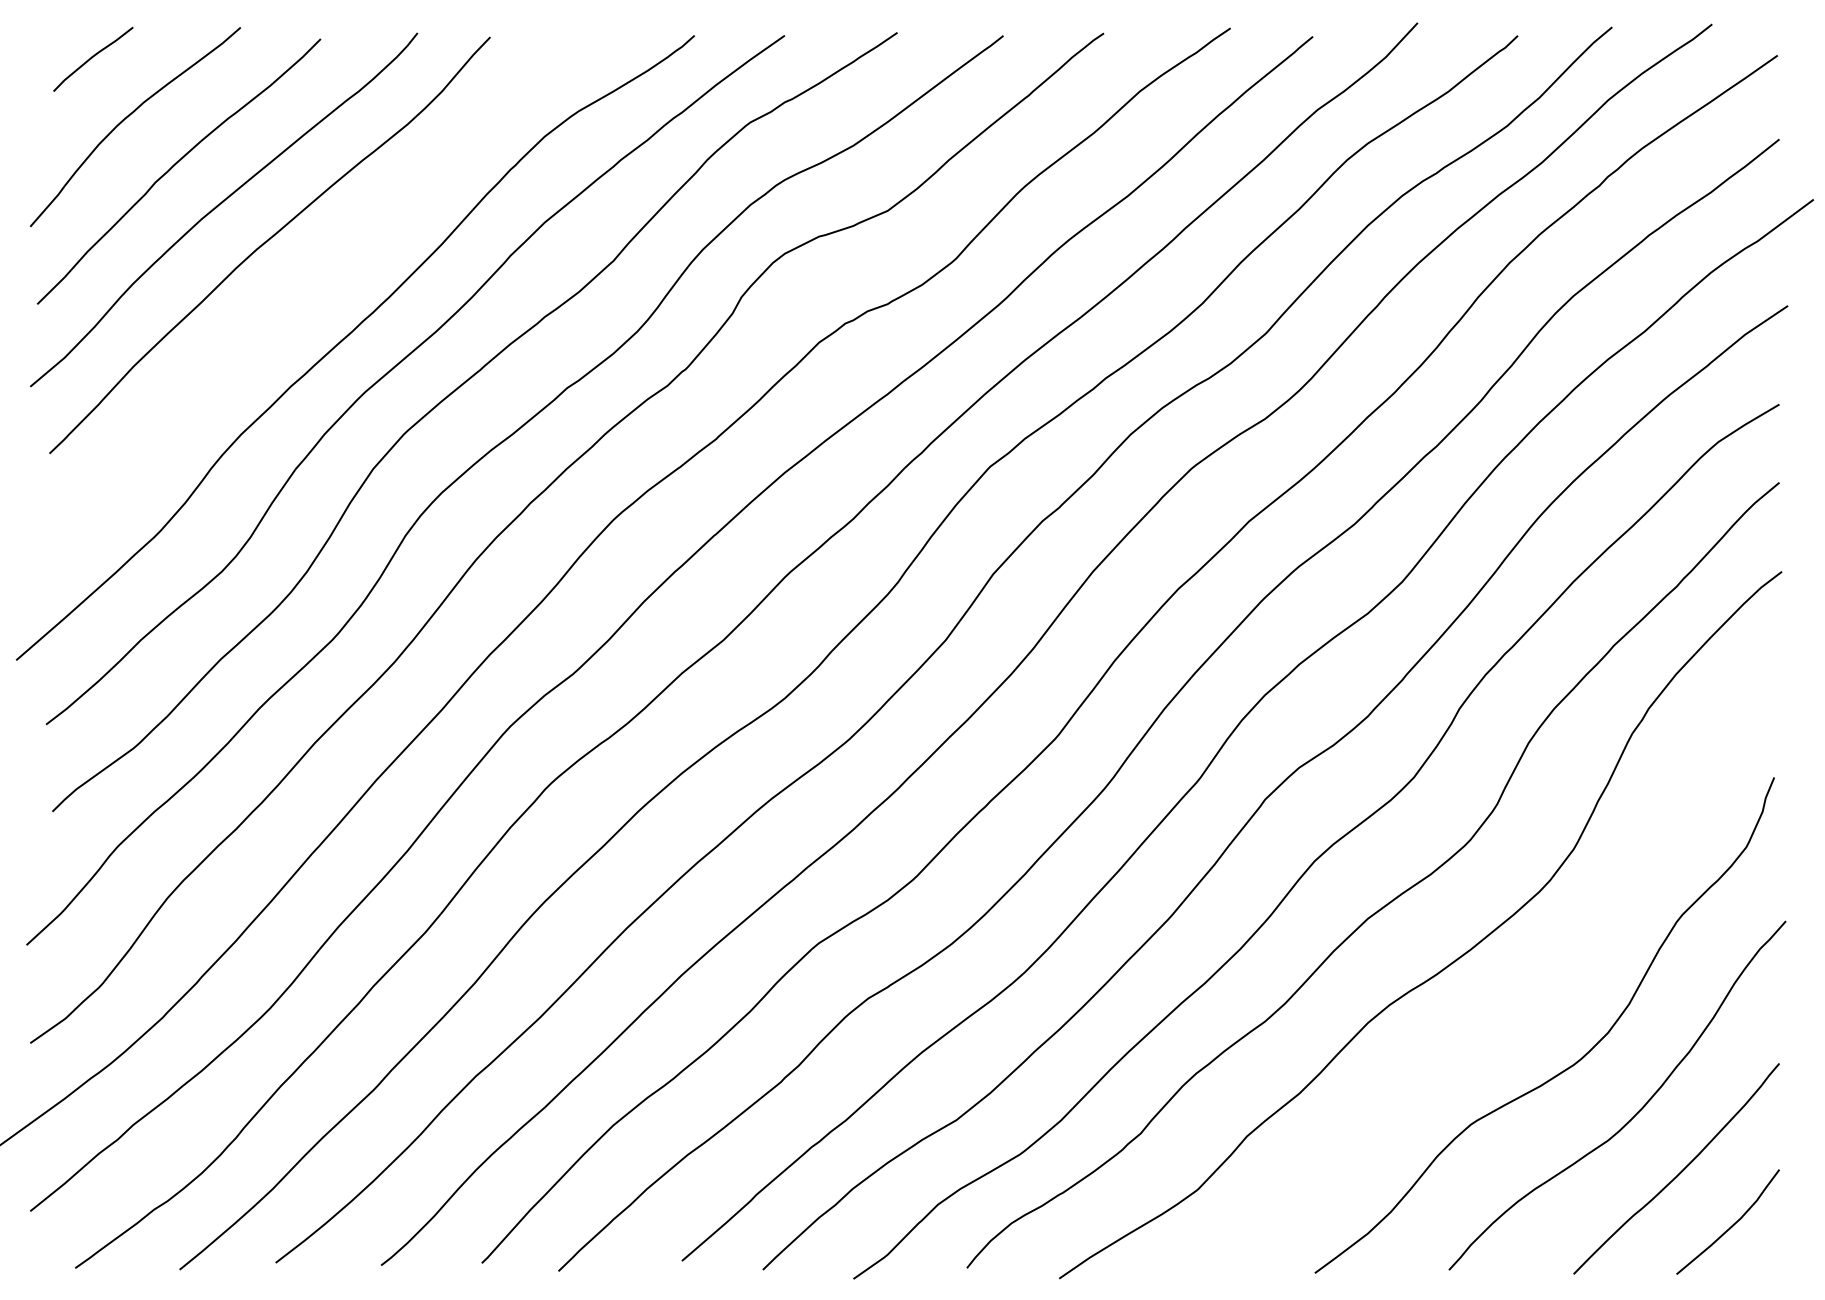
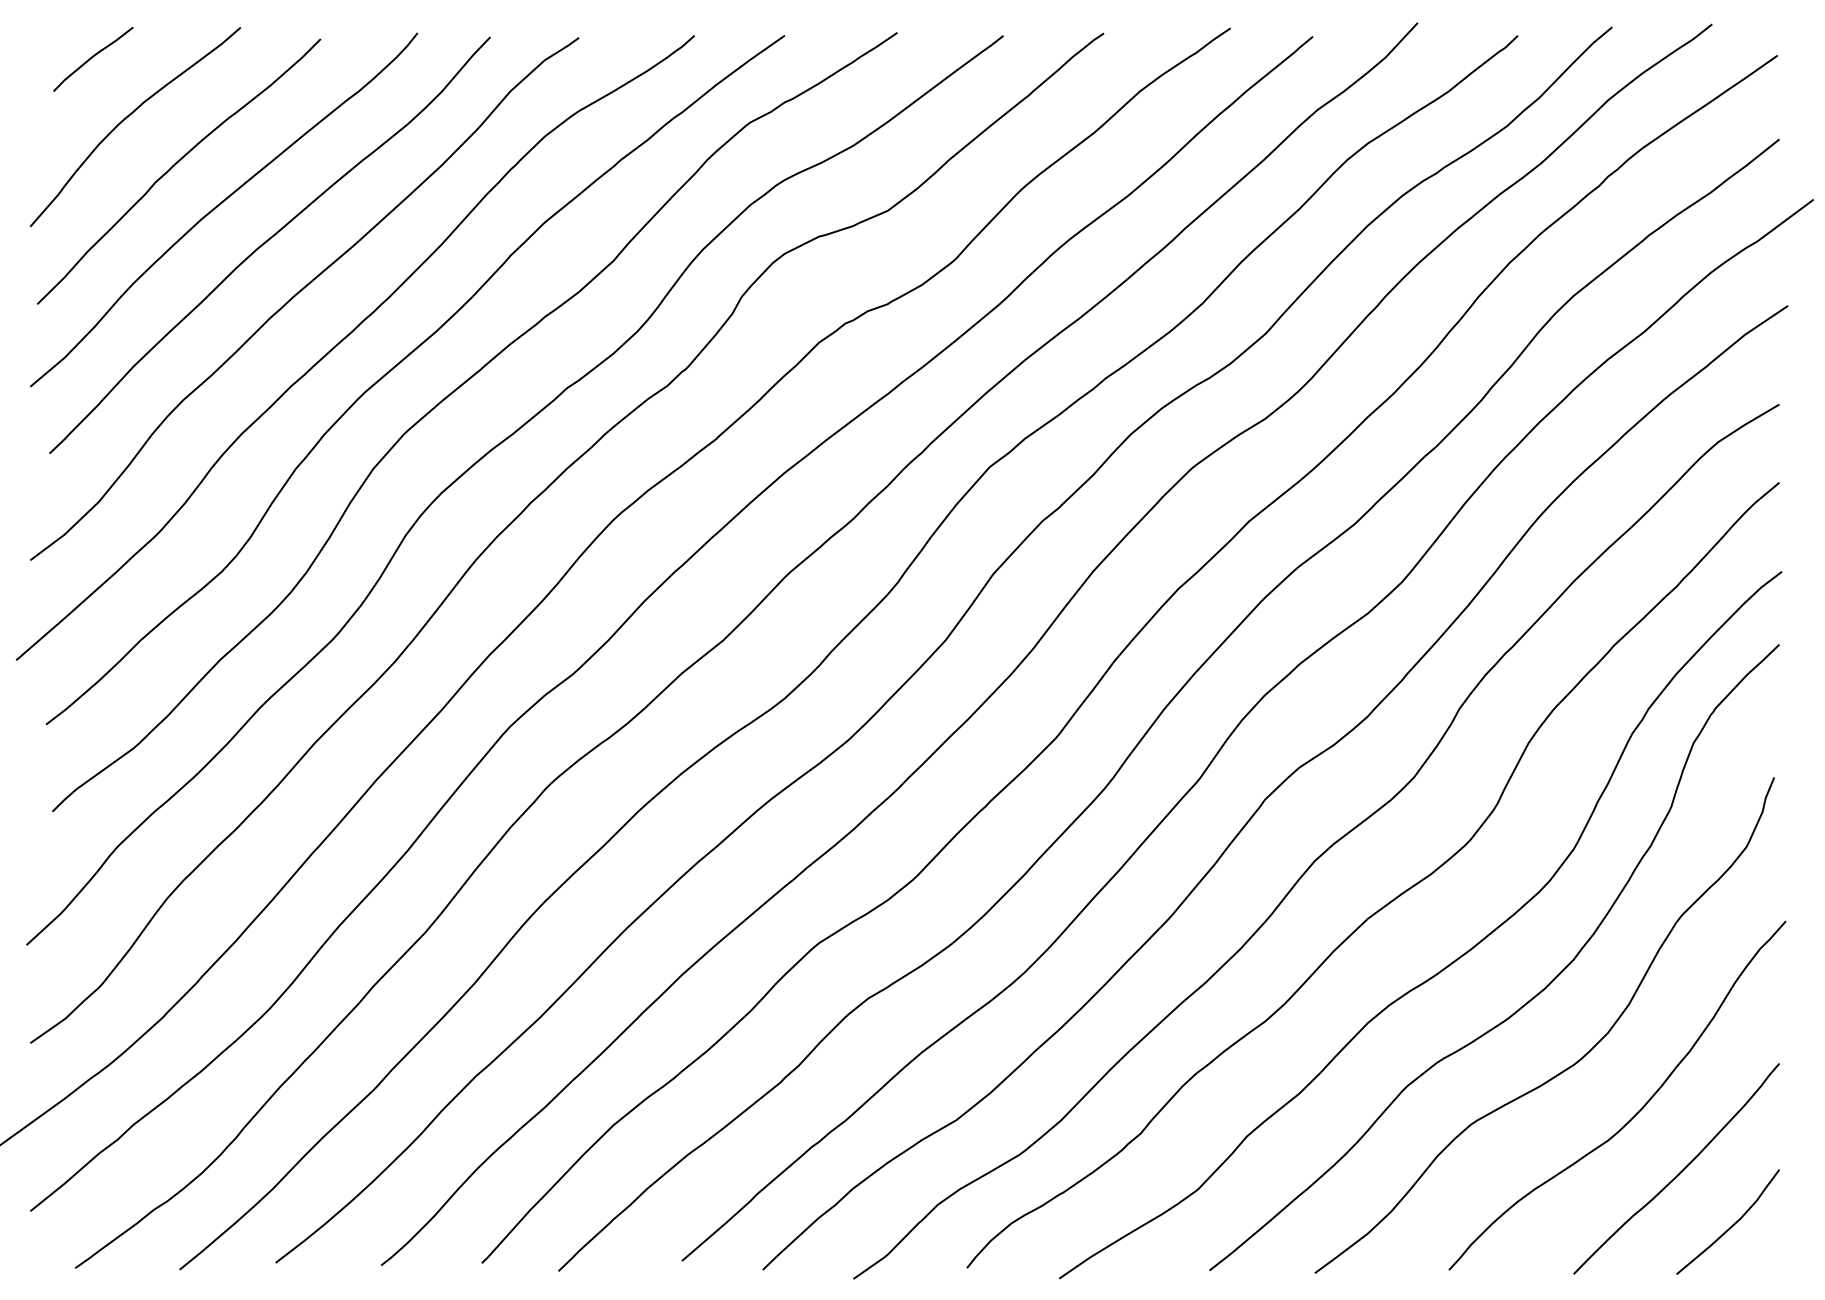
curve at (299, 293): none -> present
curve at (1528, 1000): none -> present
